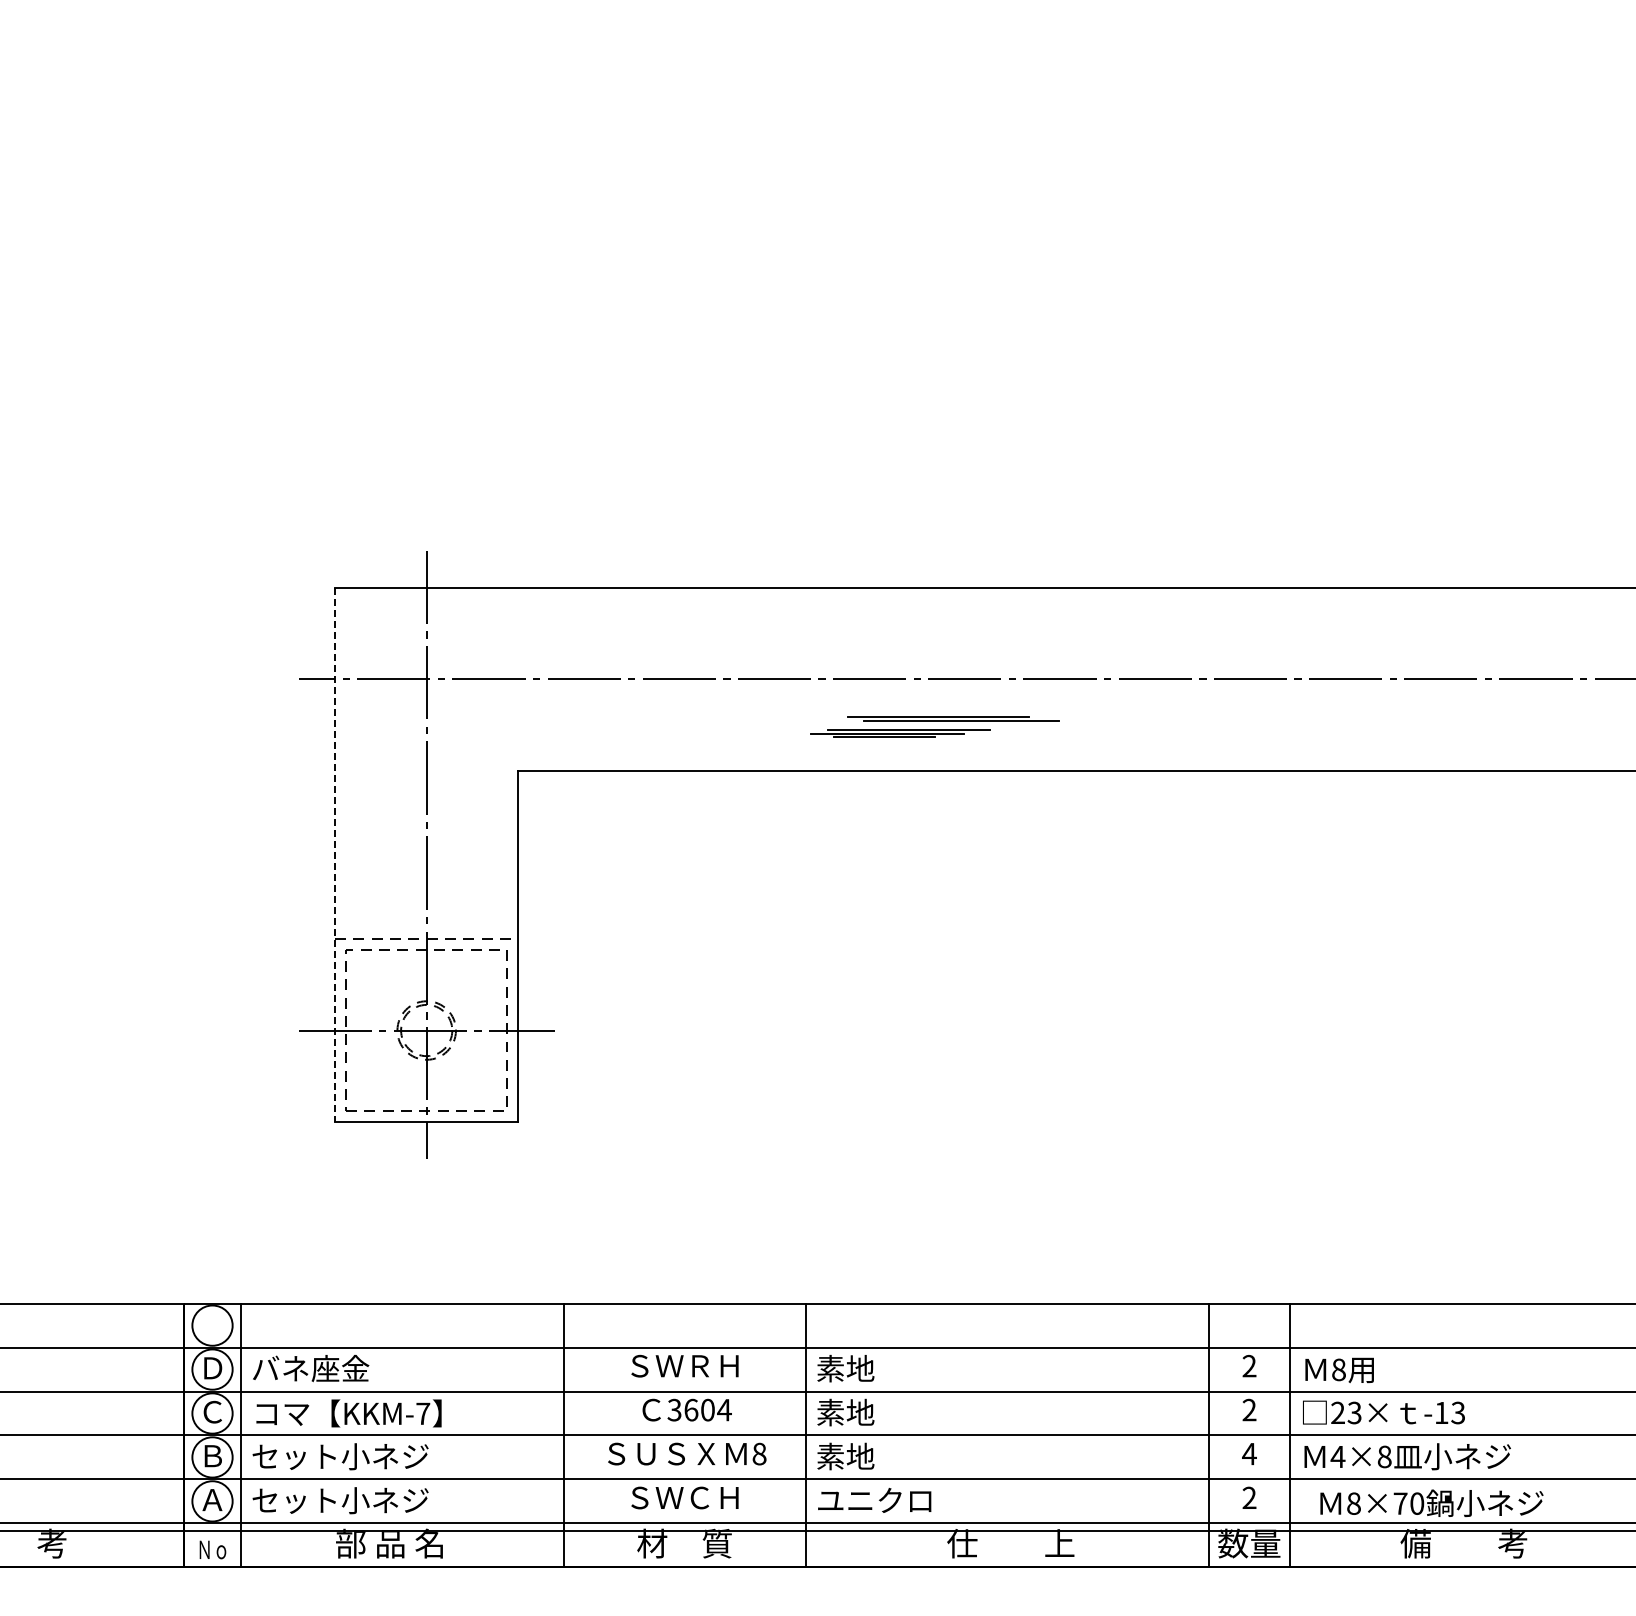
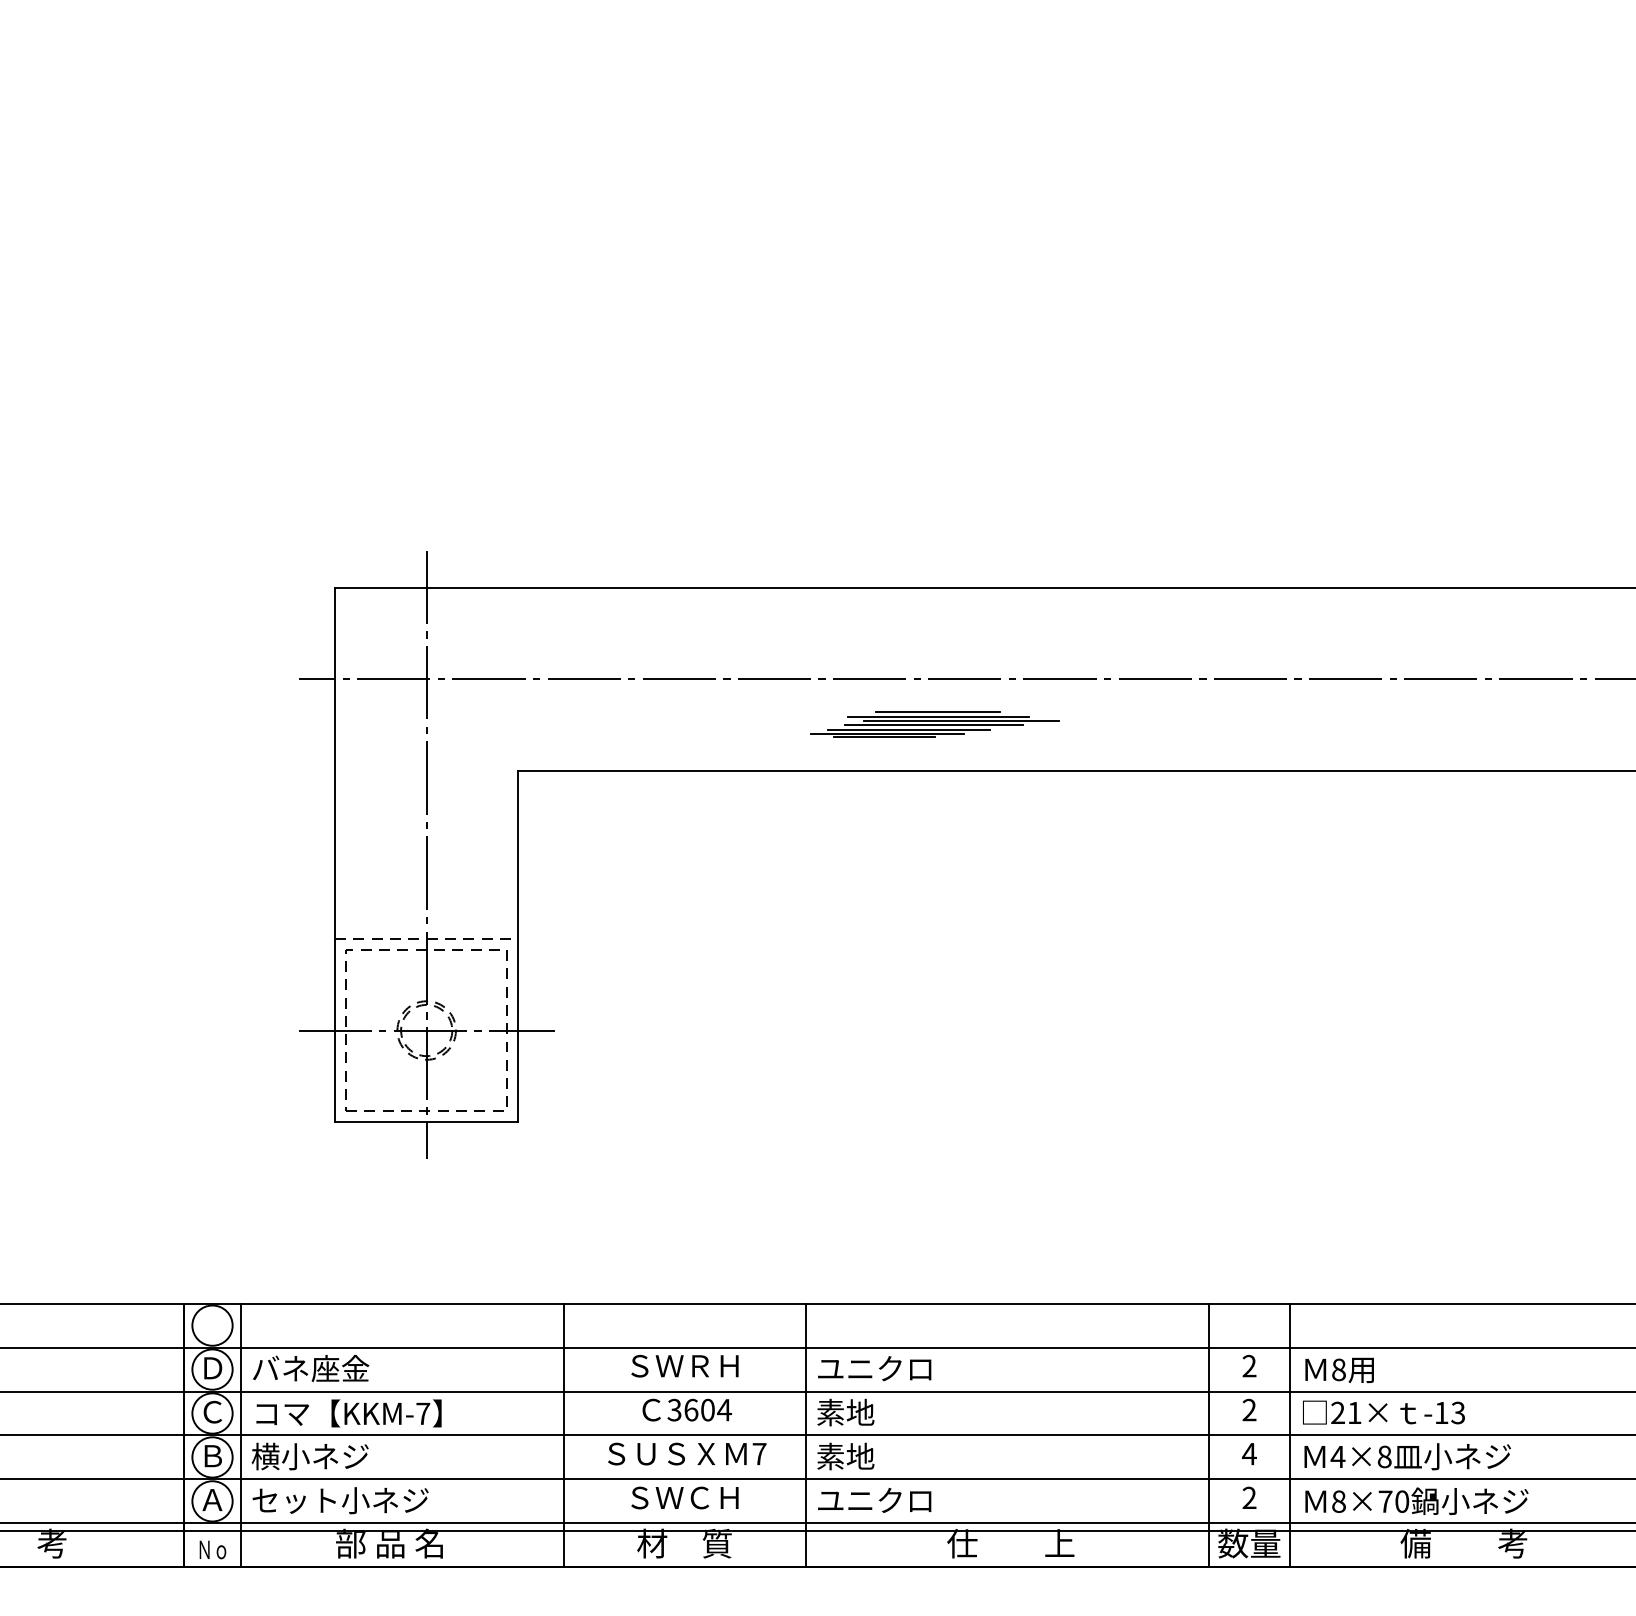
line at (938, 712): none -> present
line at (933, 725): none -> present
line at (335, 855): dashed -> solid
text at (874, 1368): 素地 -> ユニクロ
text at (1354, 1412): 23× -> 21×
text at (759, 1453): 8 -> 7
text at (339, 1456): セット小ネジ -> 横小ネジ
text at (1431, 1502) position: (1431, 1502) -> (1416, 1500)
